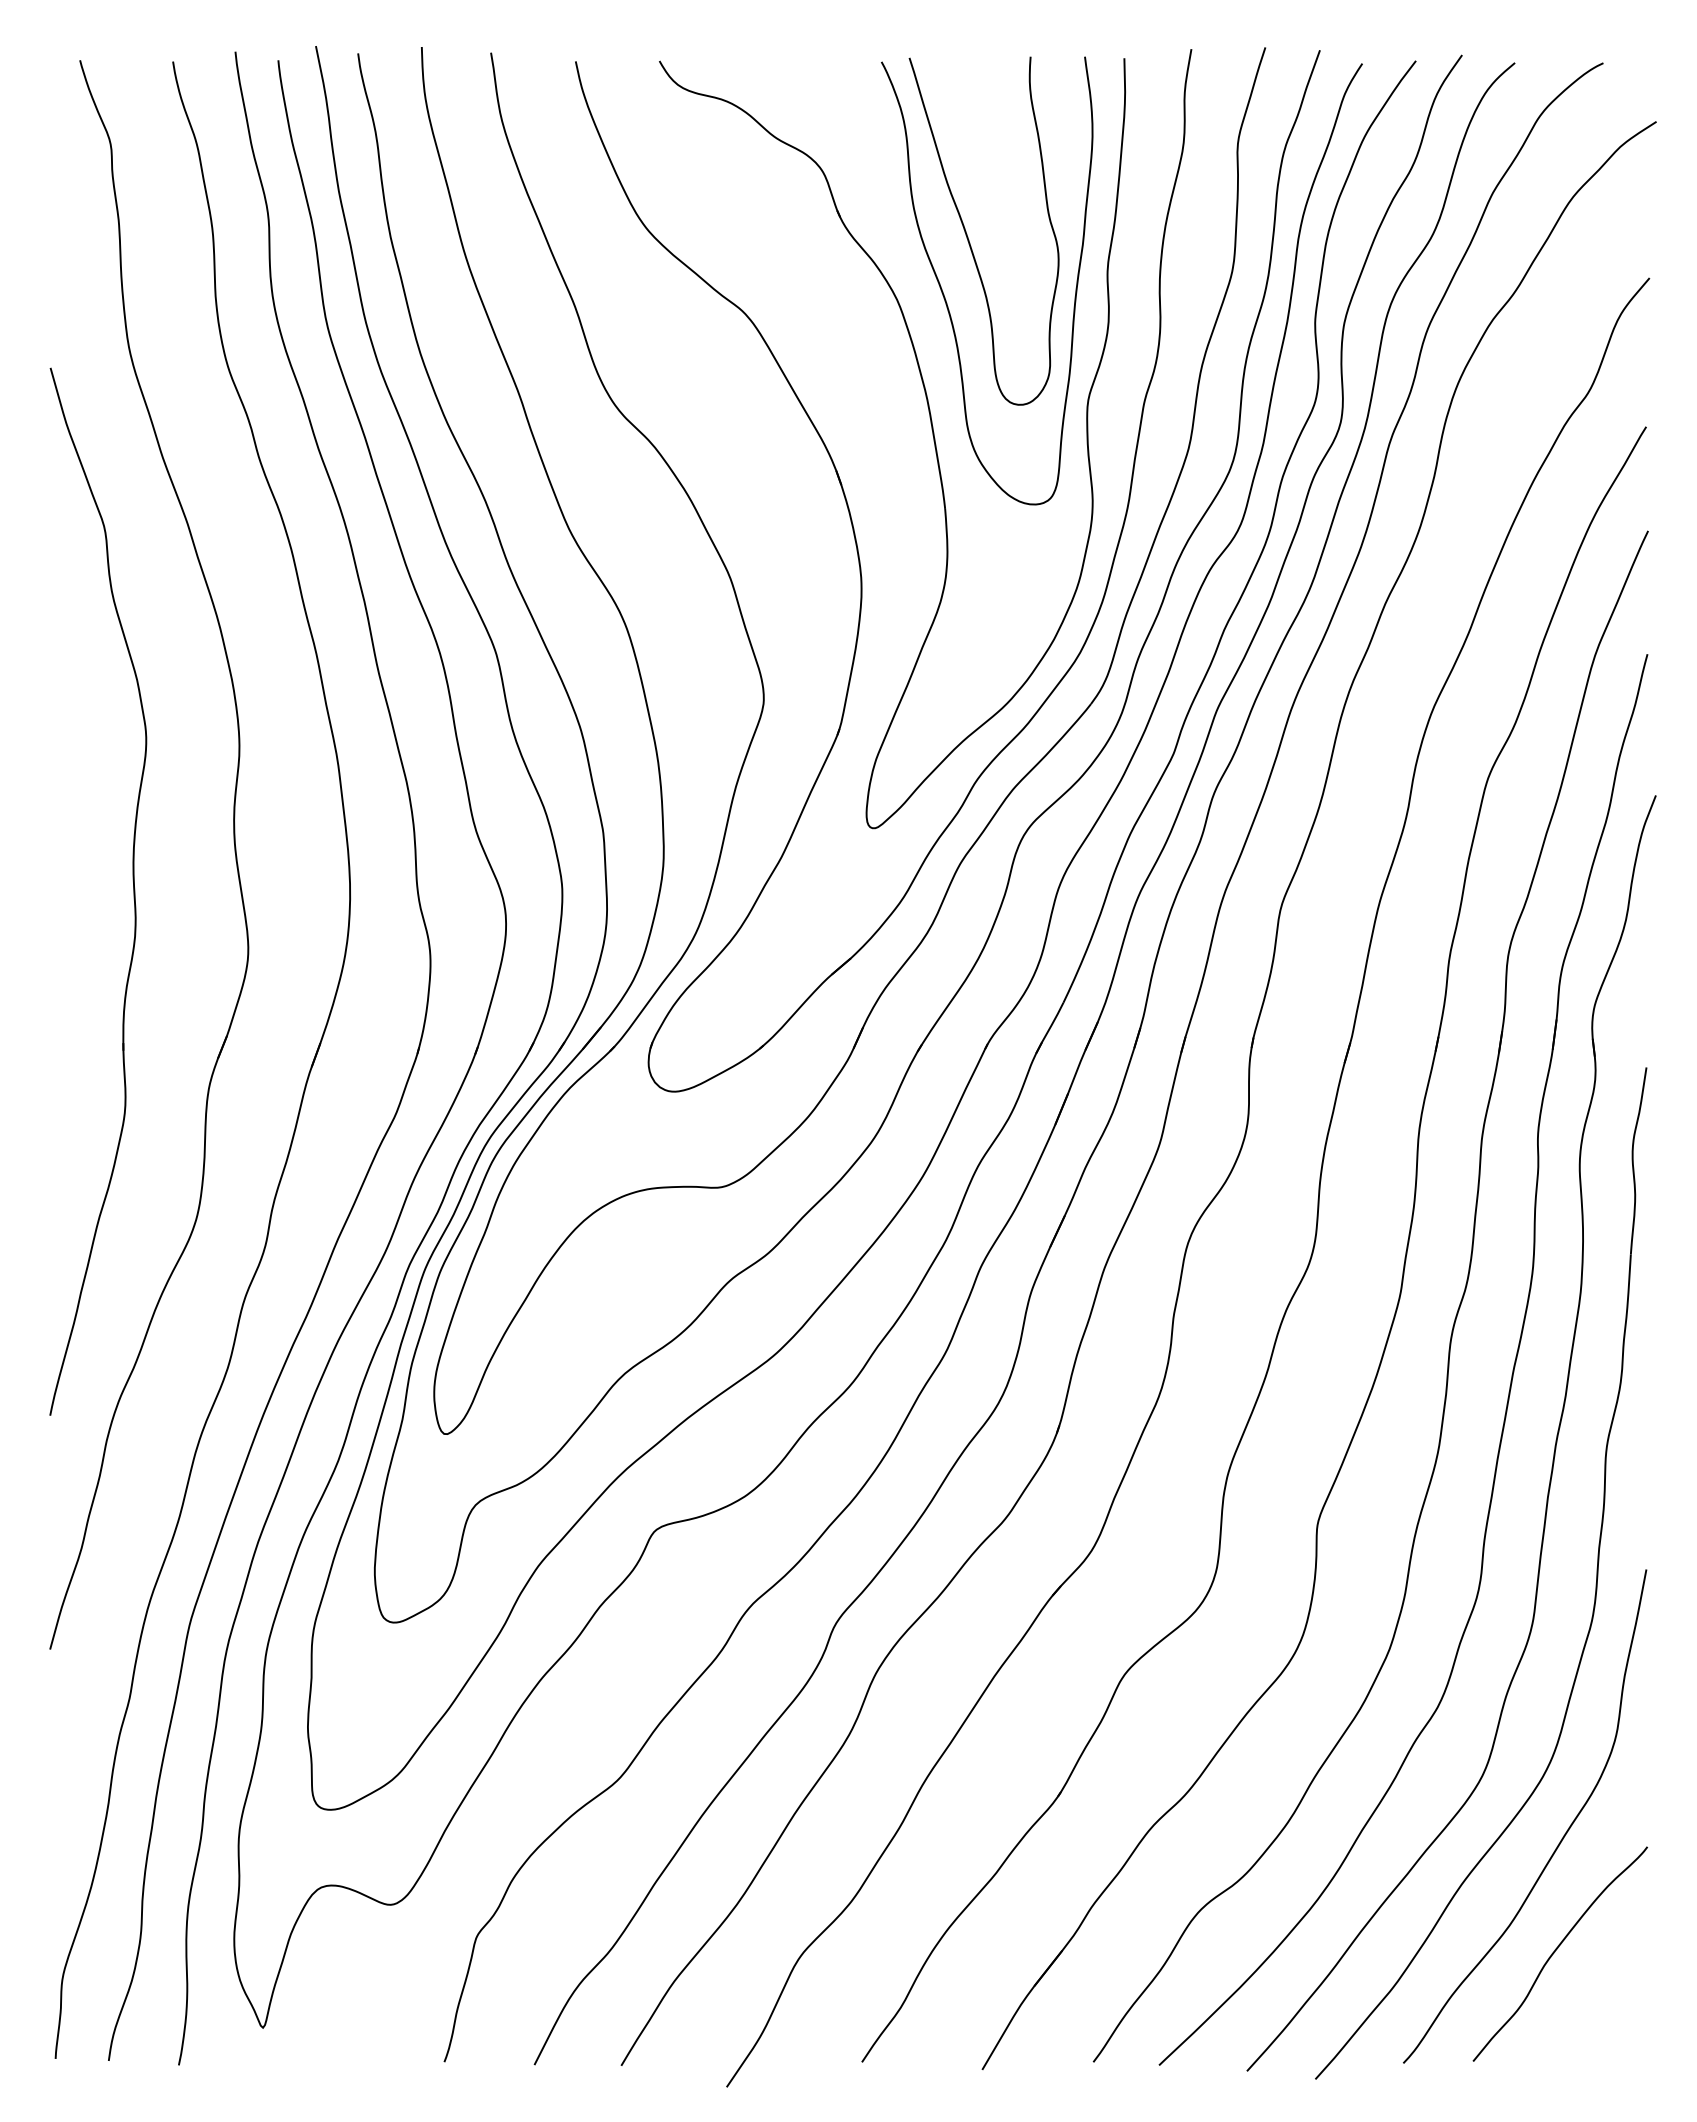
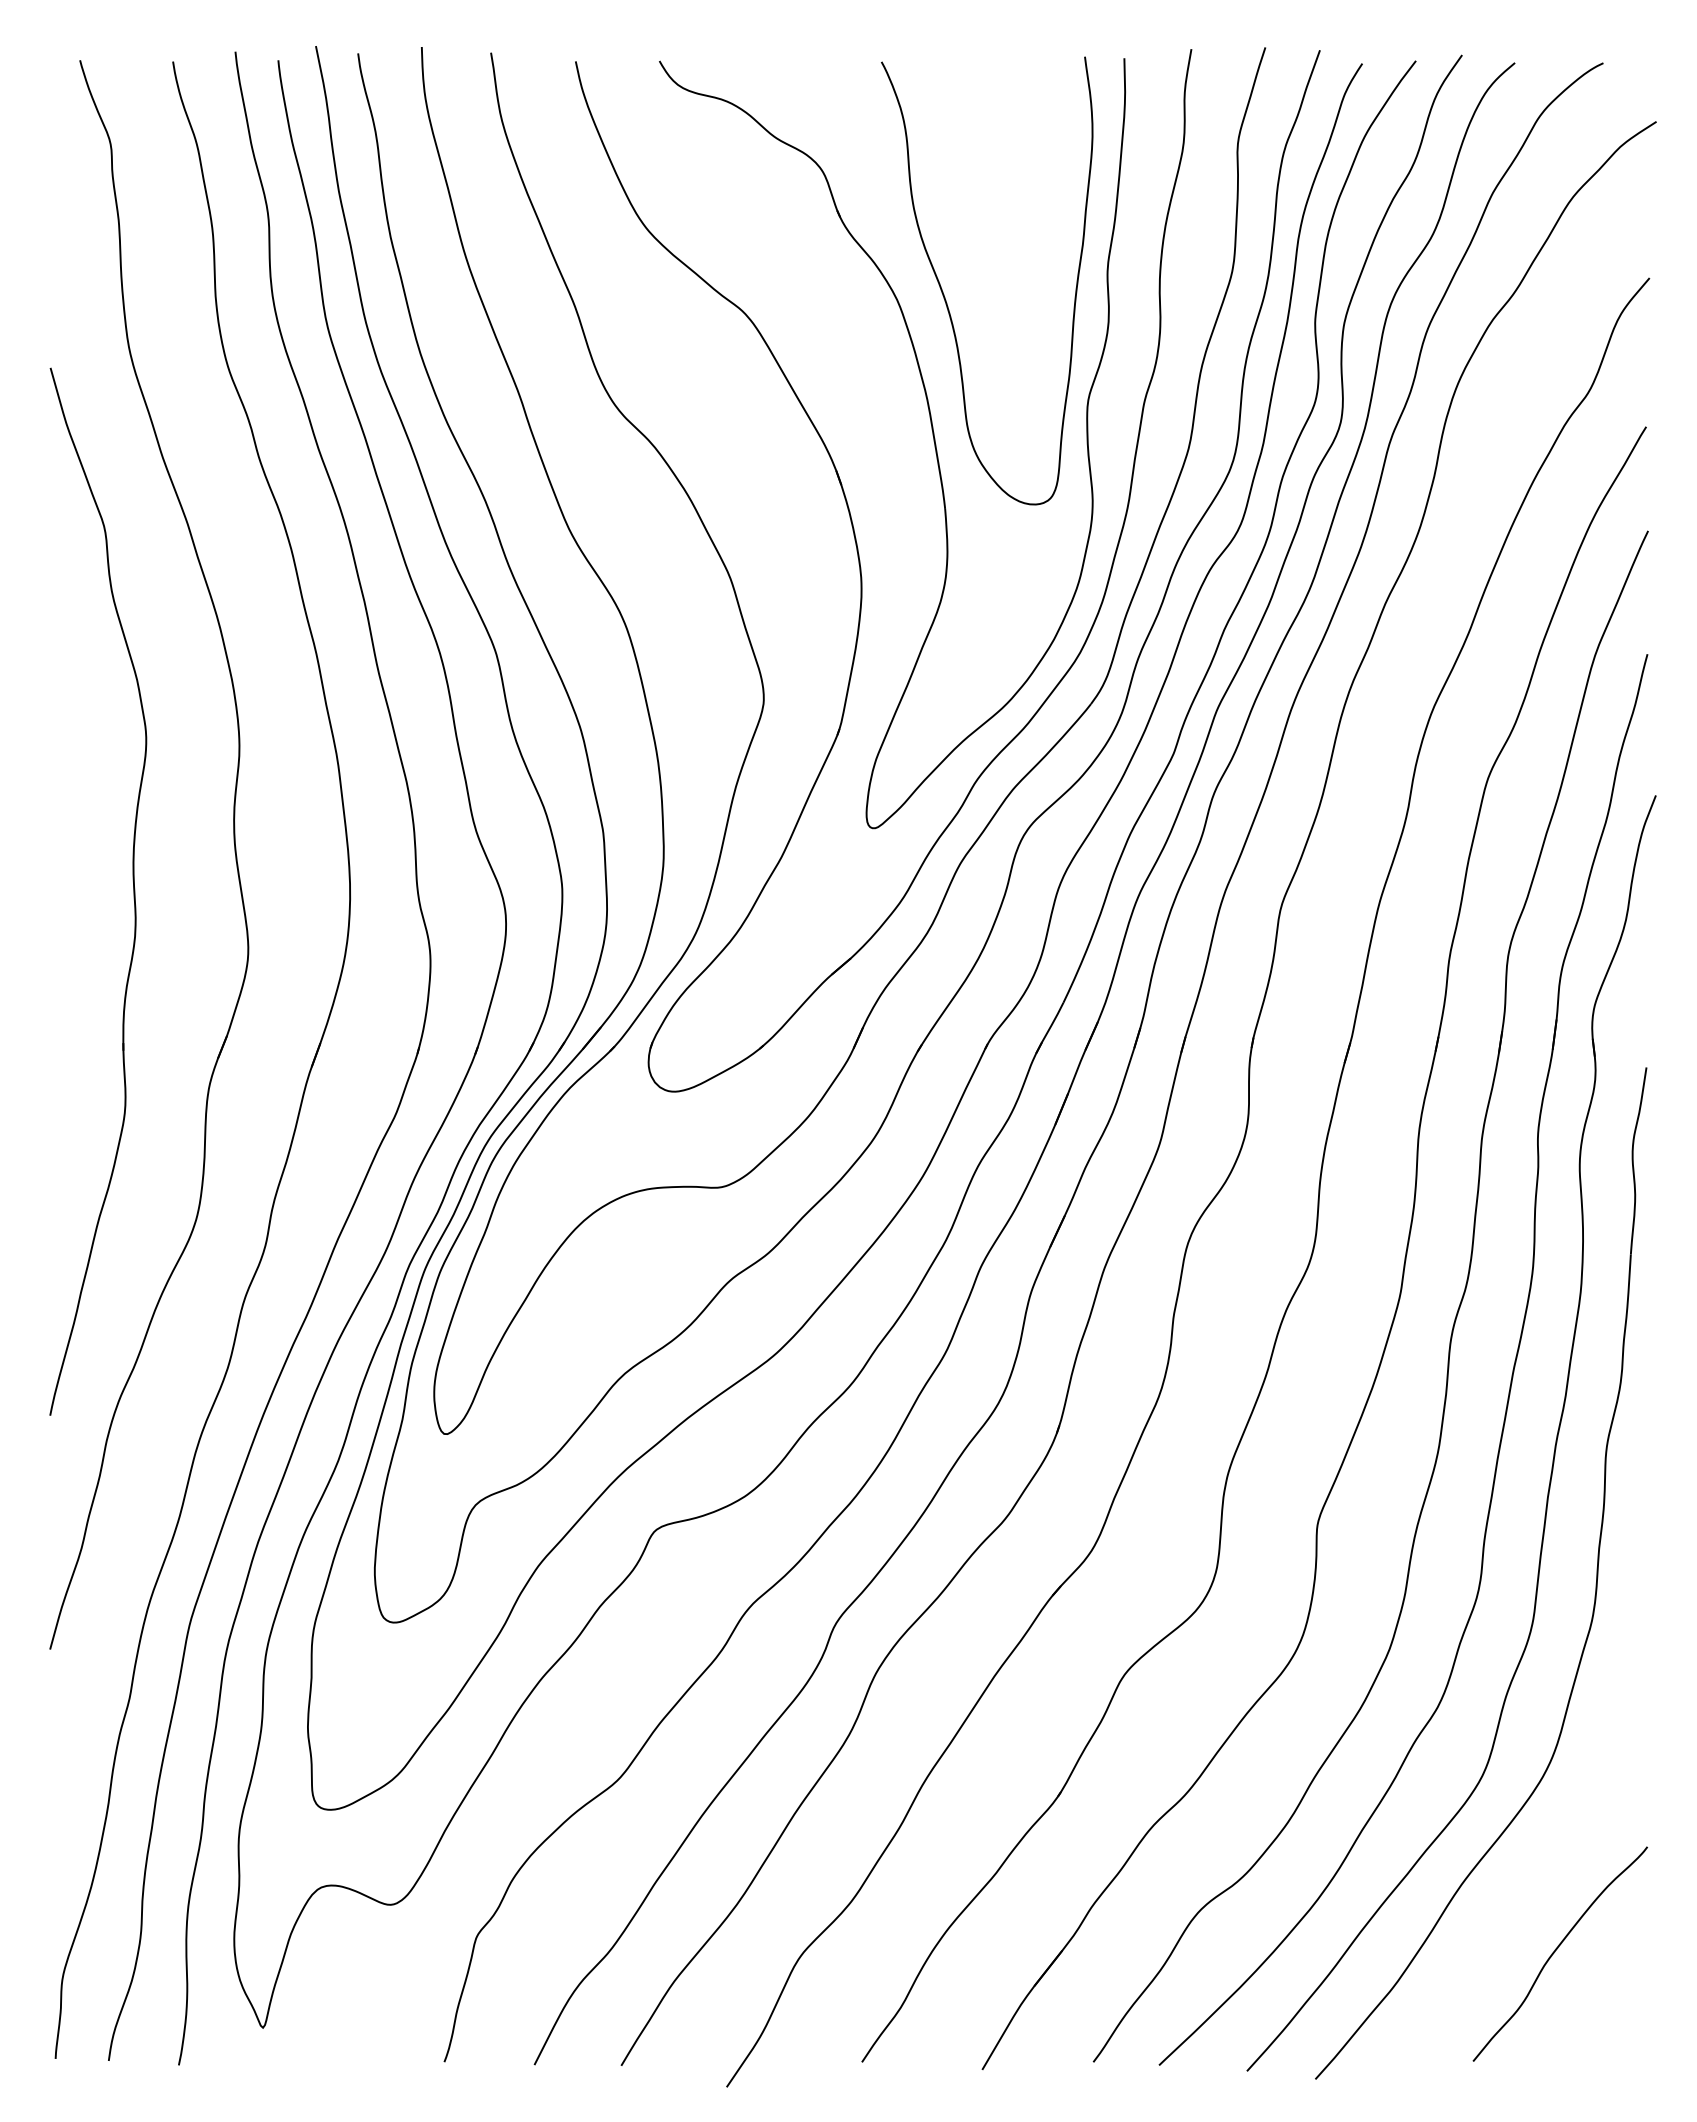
curve at (967, 234): present -> none
curve at (1561, 1838): present -> none
